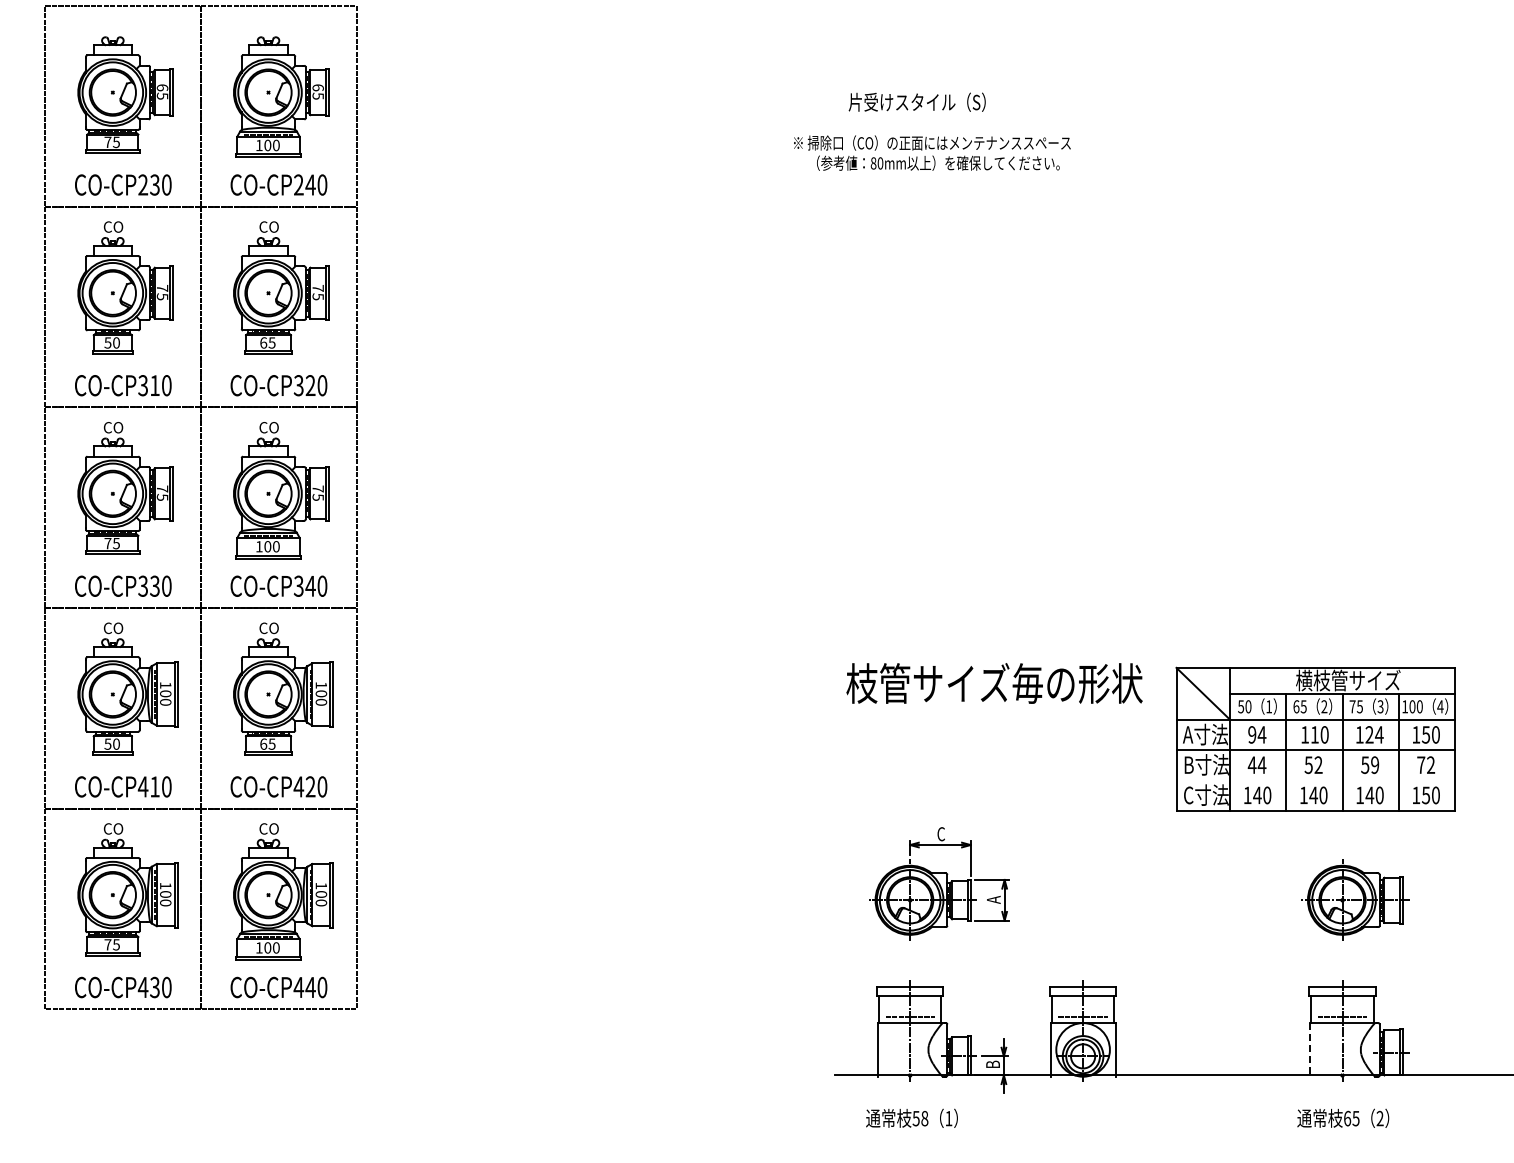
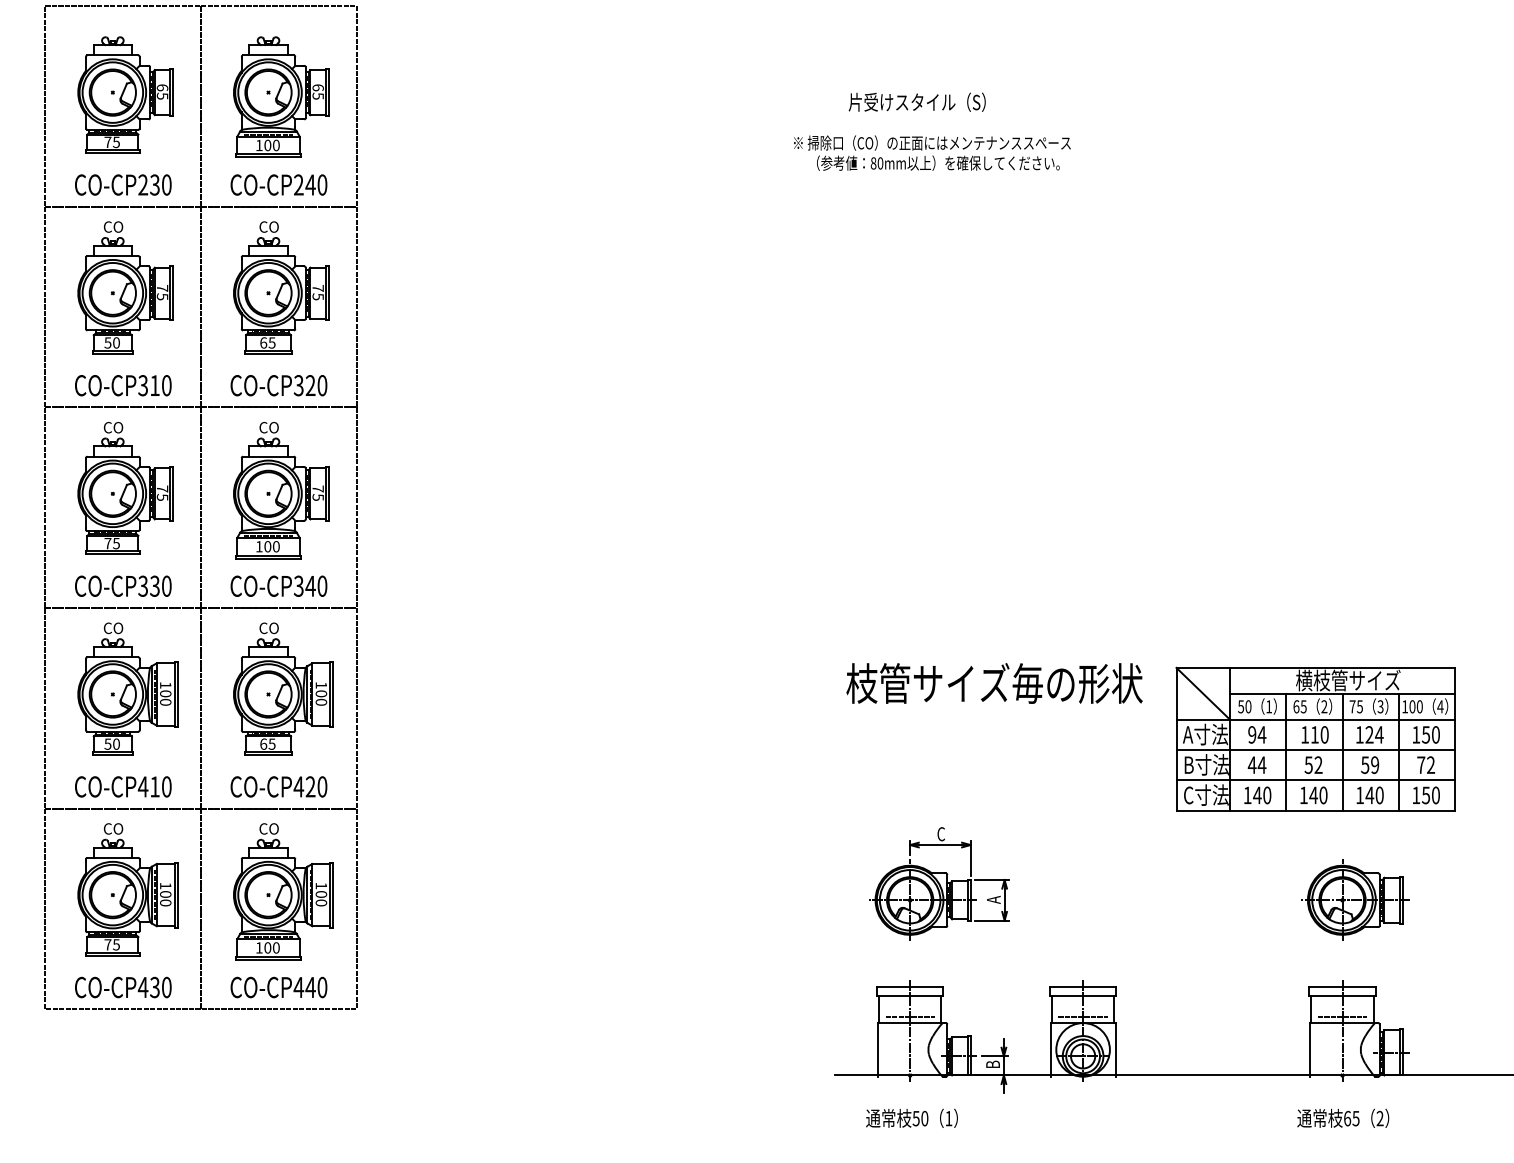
line at (1315, 780): none -> present
line at (1310, 1049): dashed -> solid
text at (924, 1118): 58 -> 50
